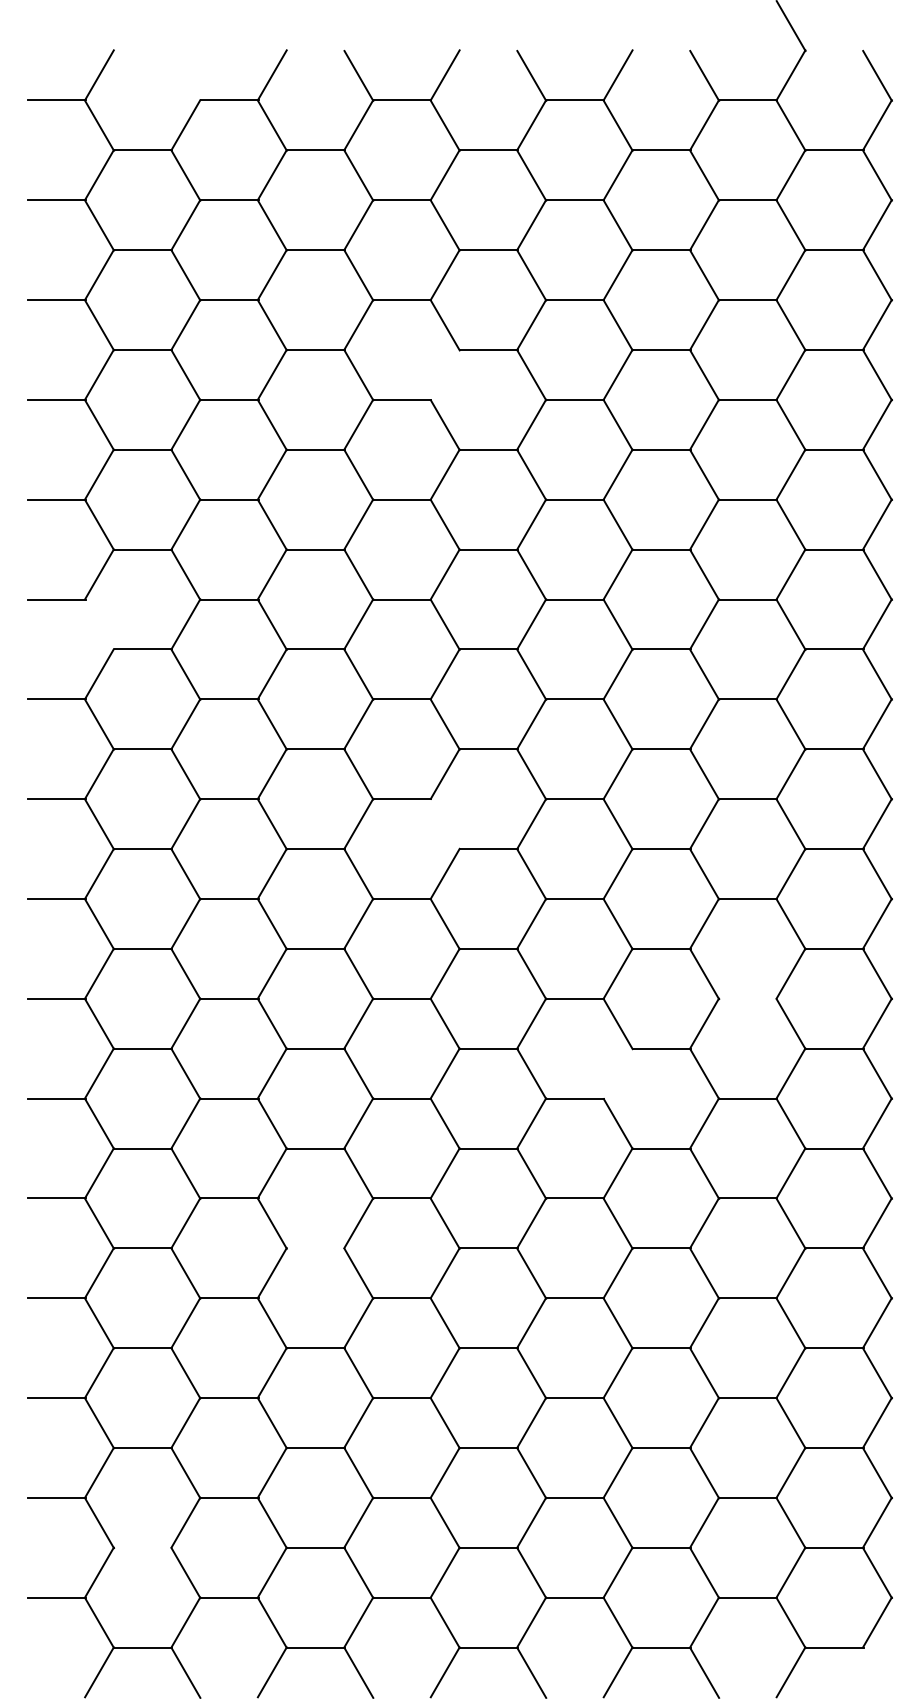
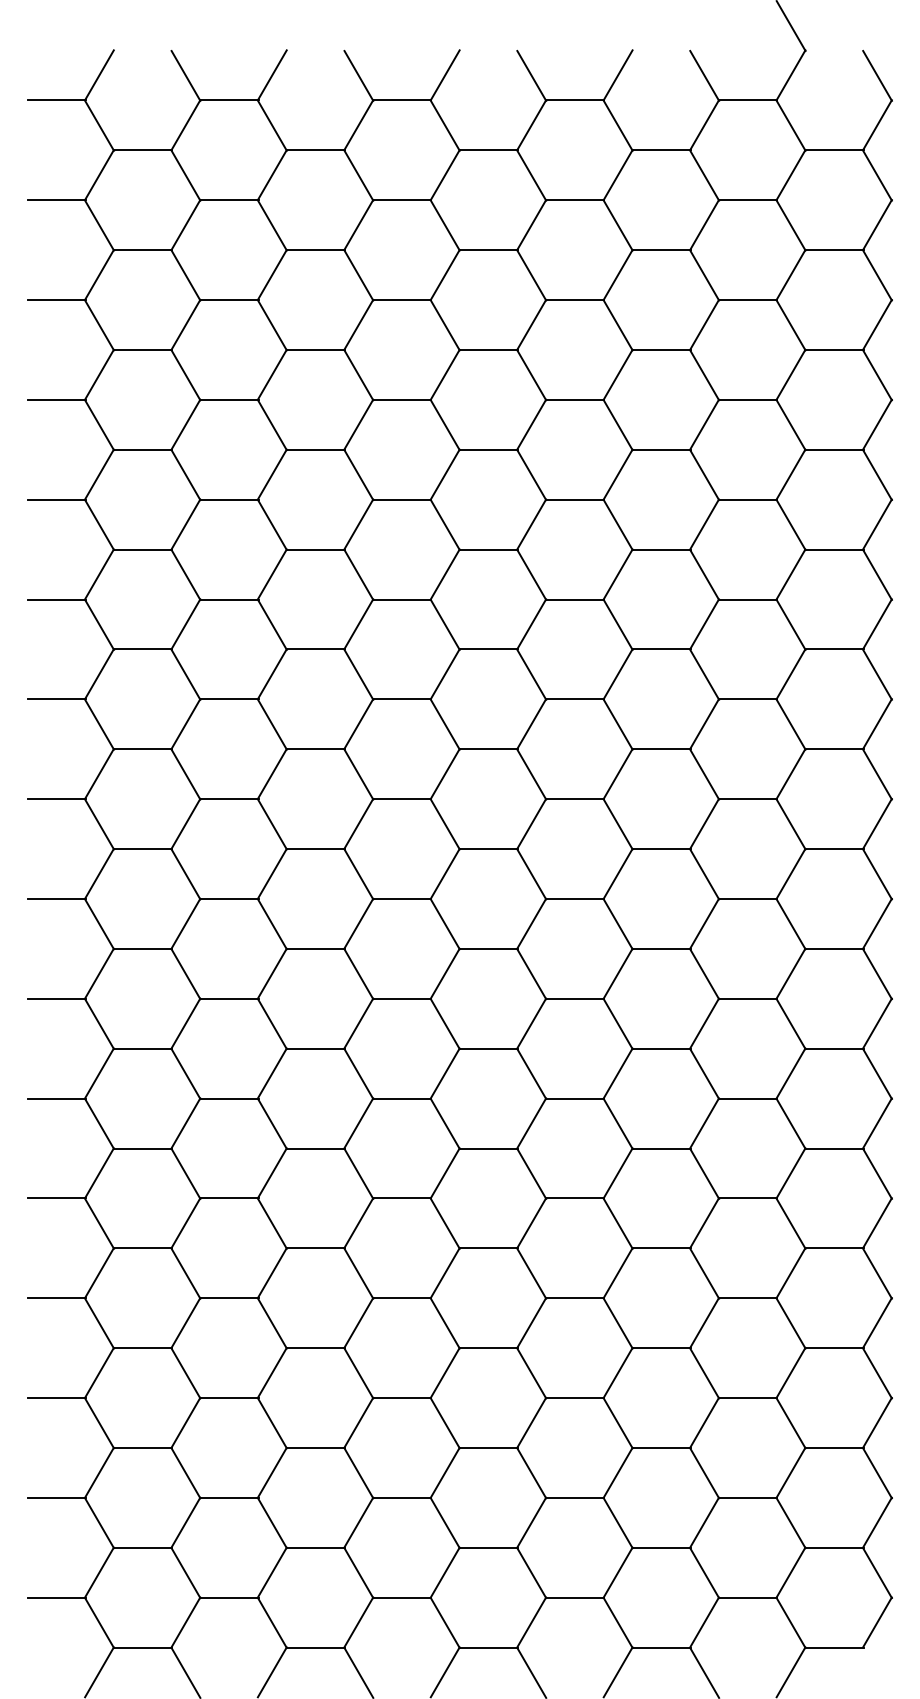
line at (185, 75): none -> present
line at (444, 374): none -> present
line at (99, 624): none -> present
line at (444, 824): none -> present
line at (748, 998): none -> present
line at (617, 1073): none -> present
line at (316, 1248): none -> present
line at (143, 1547): none -> present
